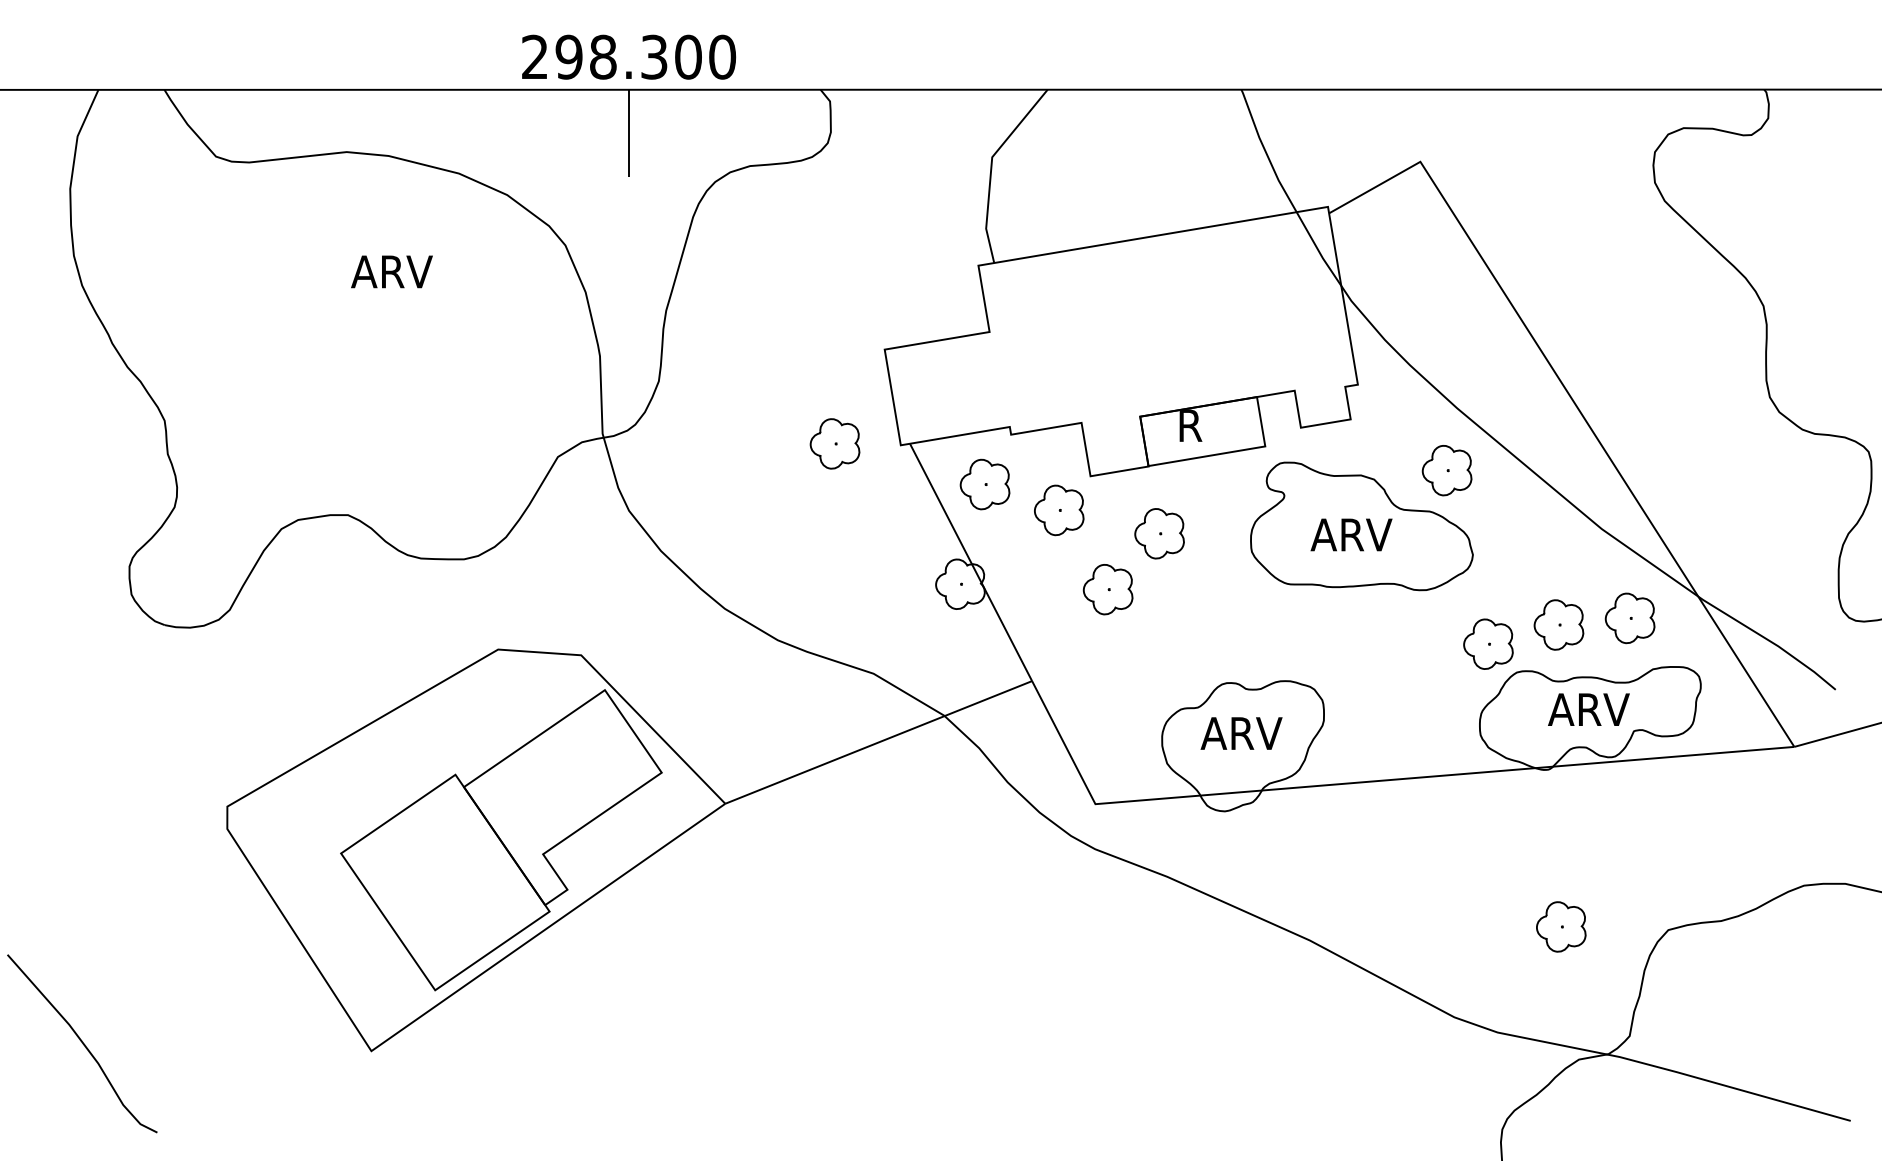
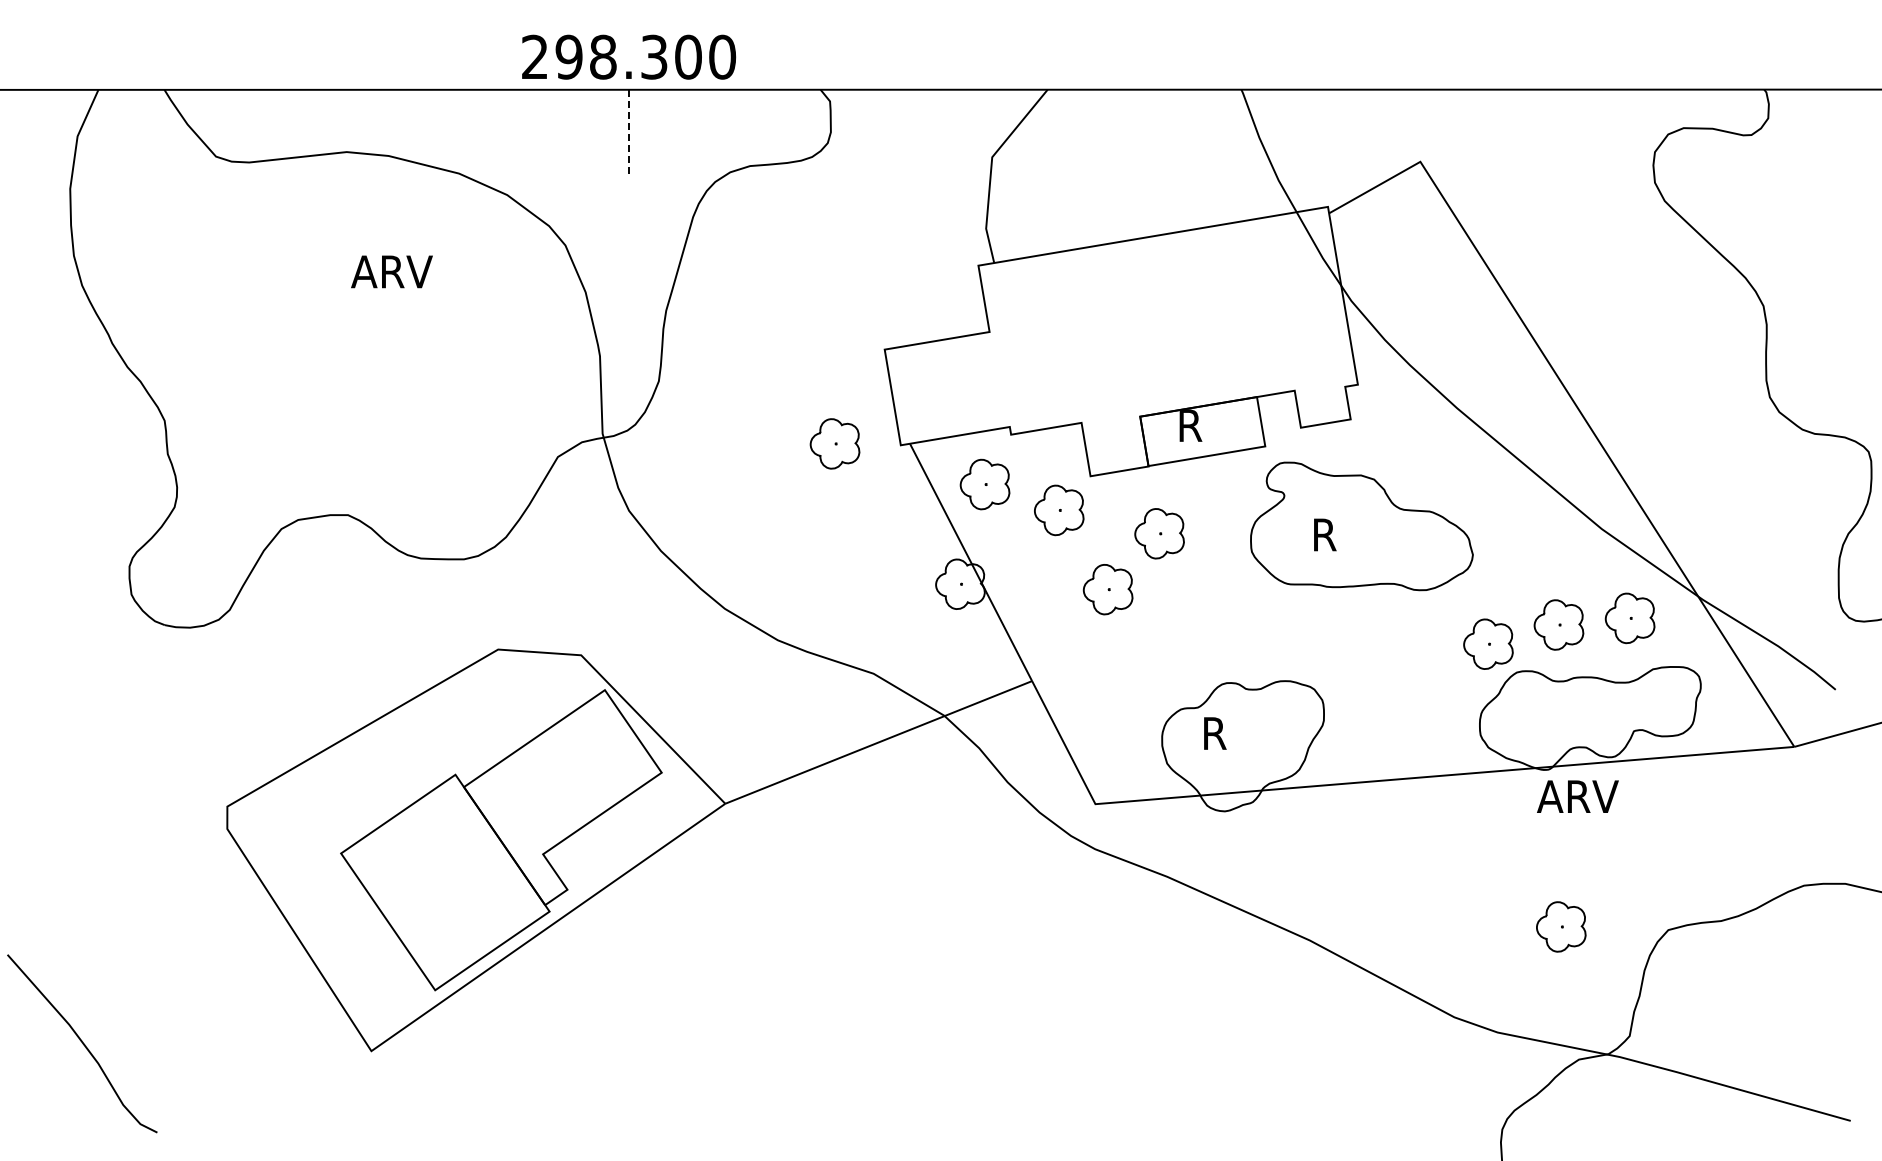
line at (628, 133): solid -> dashed
part at (1446, 470): present -> none
text at (1351, 534): ARV -> R
text at (1588, 709) position: (1588, 709) -> (1577, 796)
text at (1241, 733): ARV -> R
